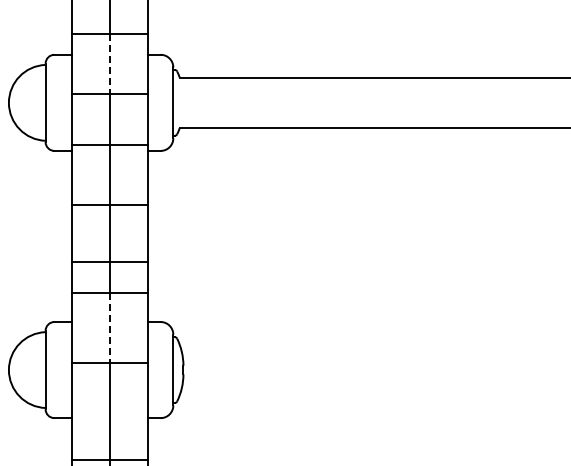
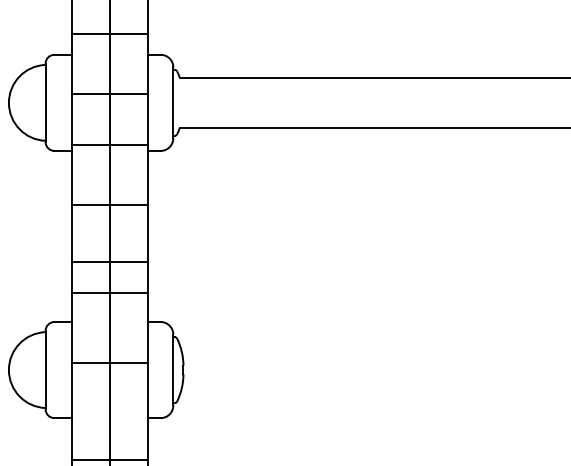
line at (110, 64): dashed -> solid
line at (110, 328): dashed -> solid
